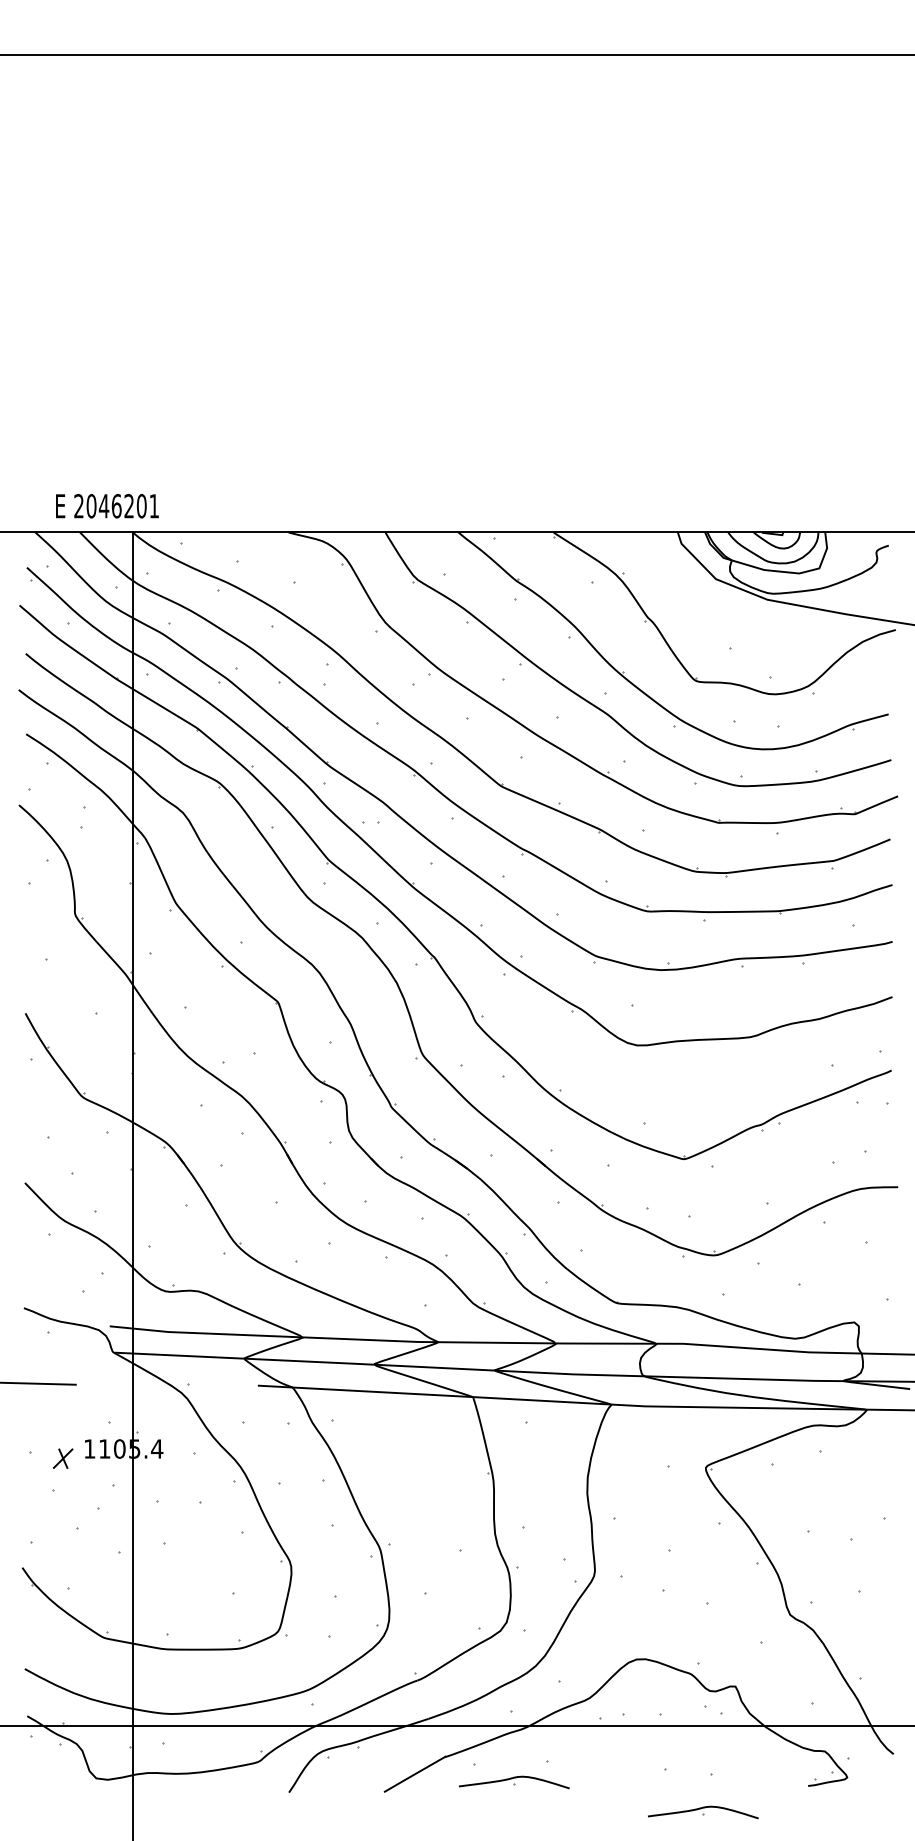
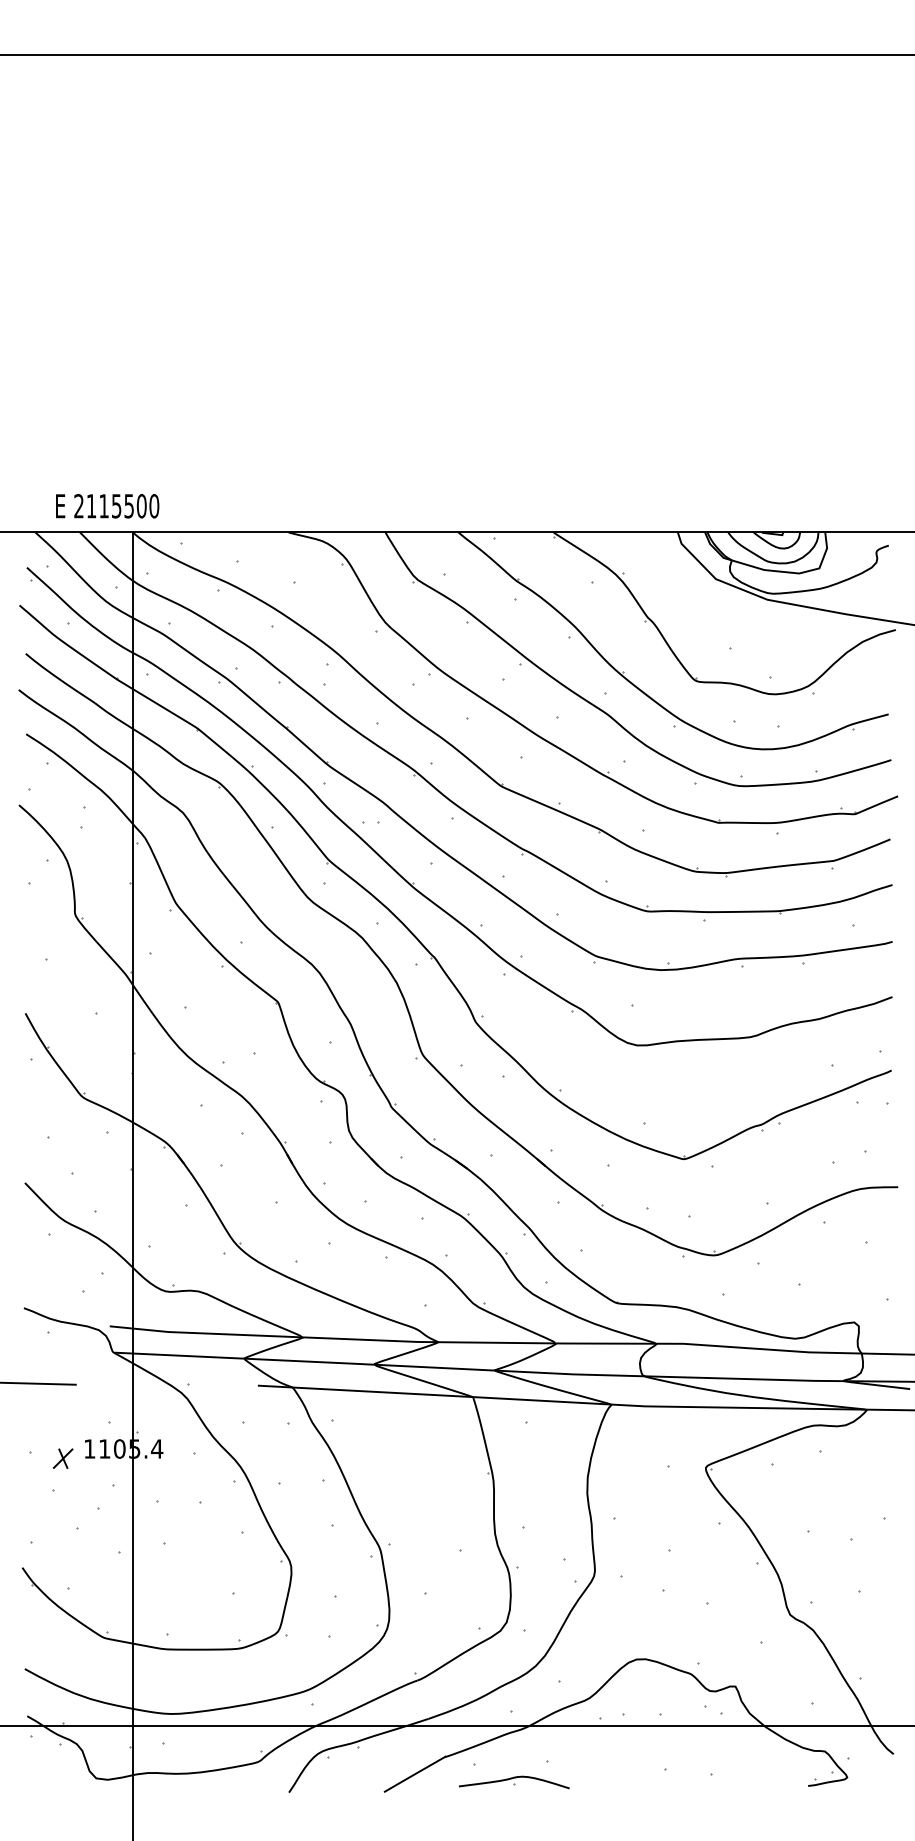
text at (122, 506): 2046201 -> 2115500
part at (703, 1812): present -> none
